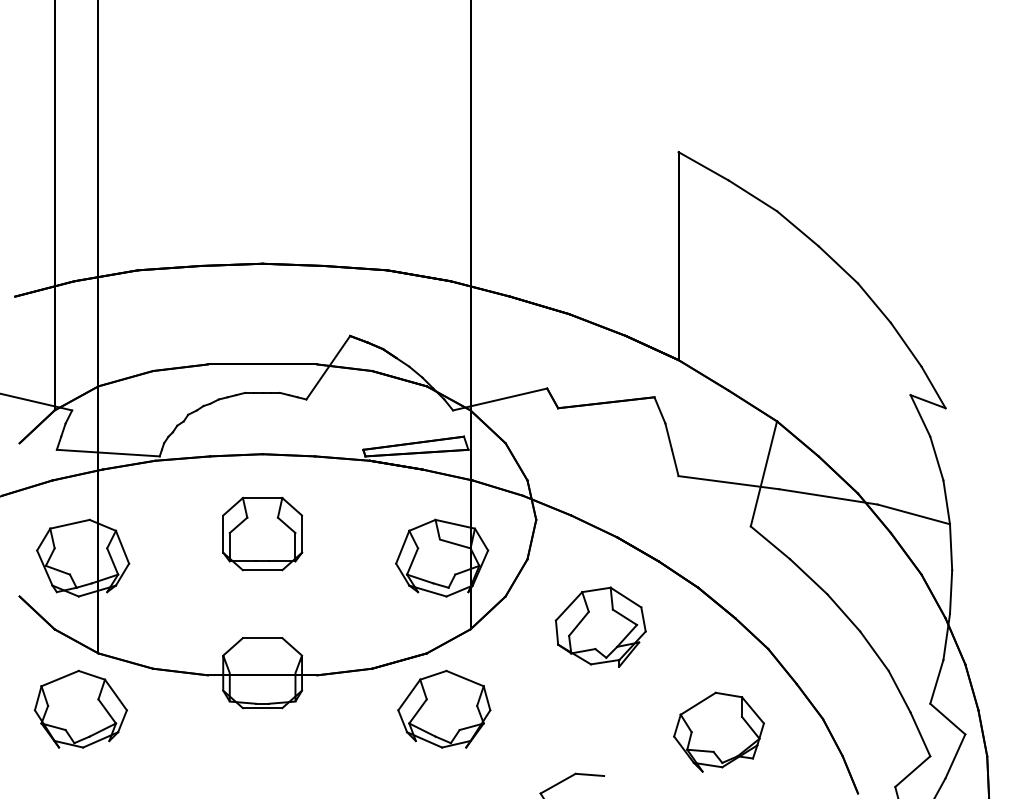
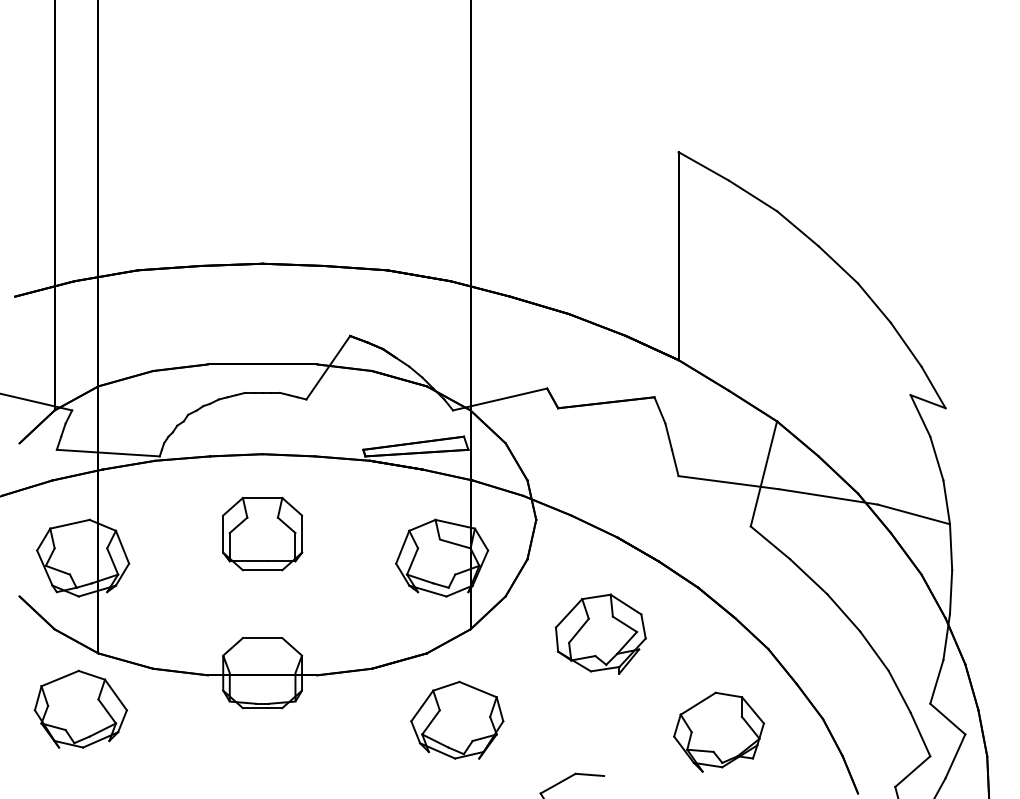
part at (600, 626) position: (600, 626) -> (600, 633)
part at (444, 708) position: (444, 708) -> (457, 719)
